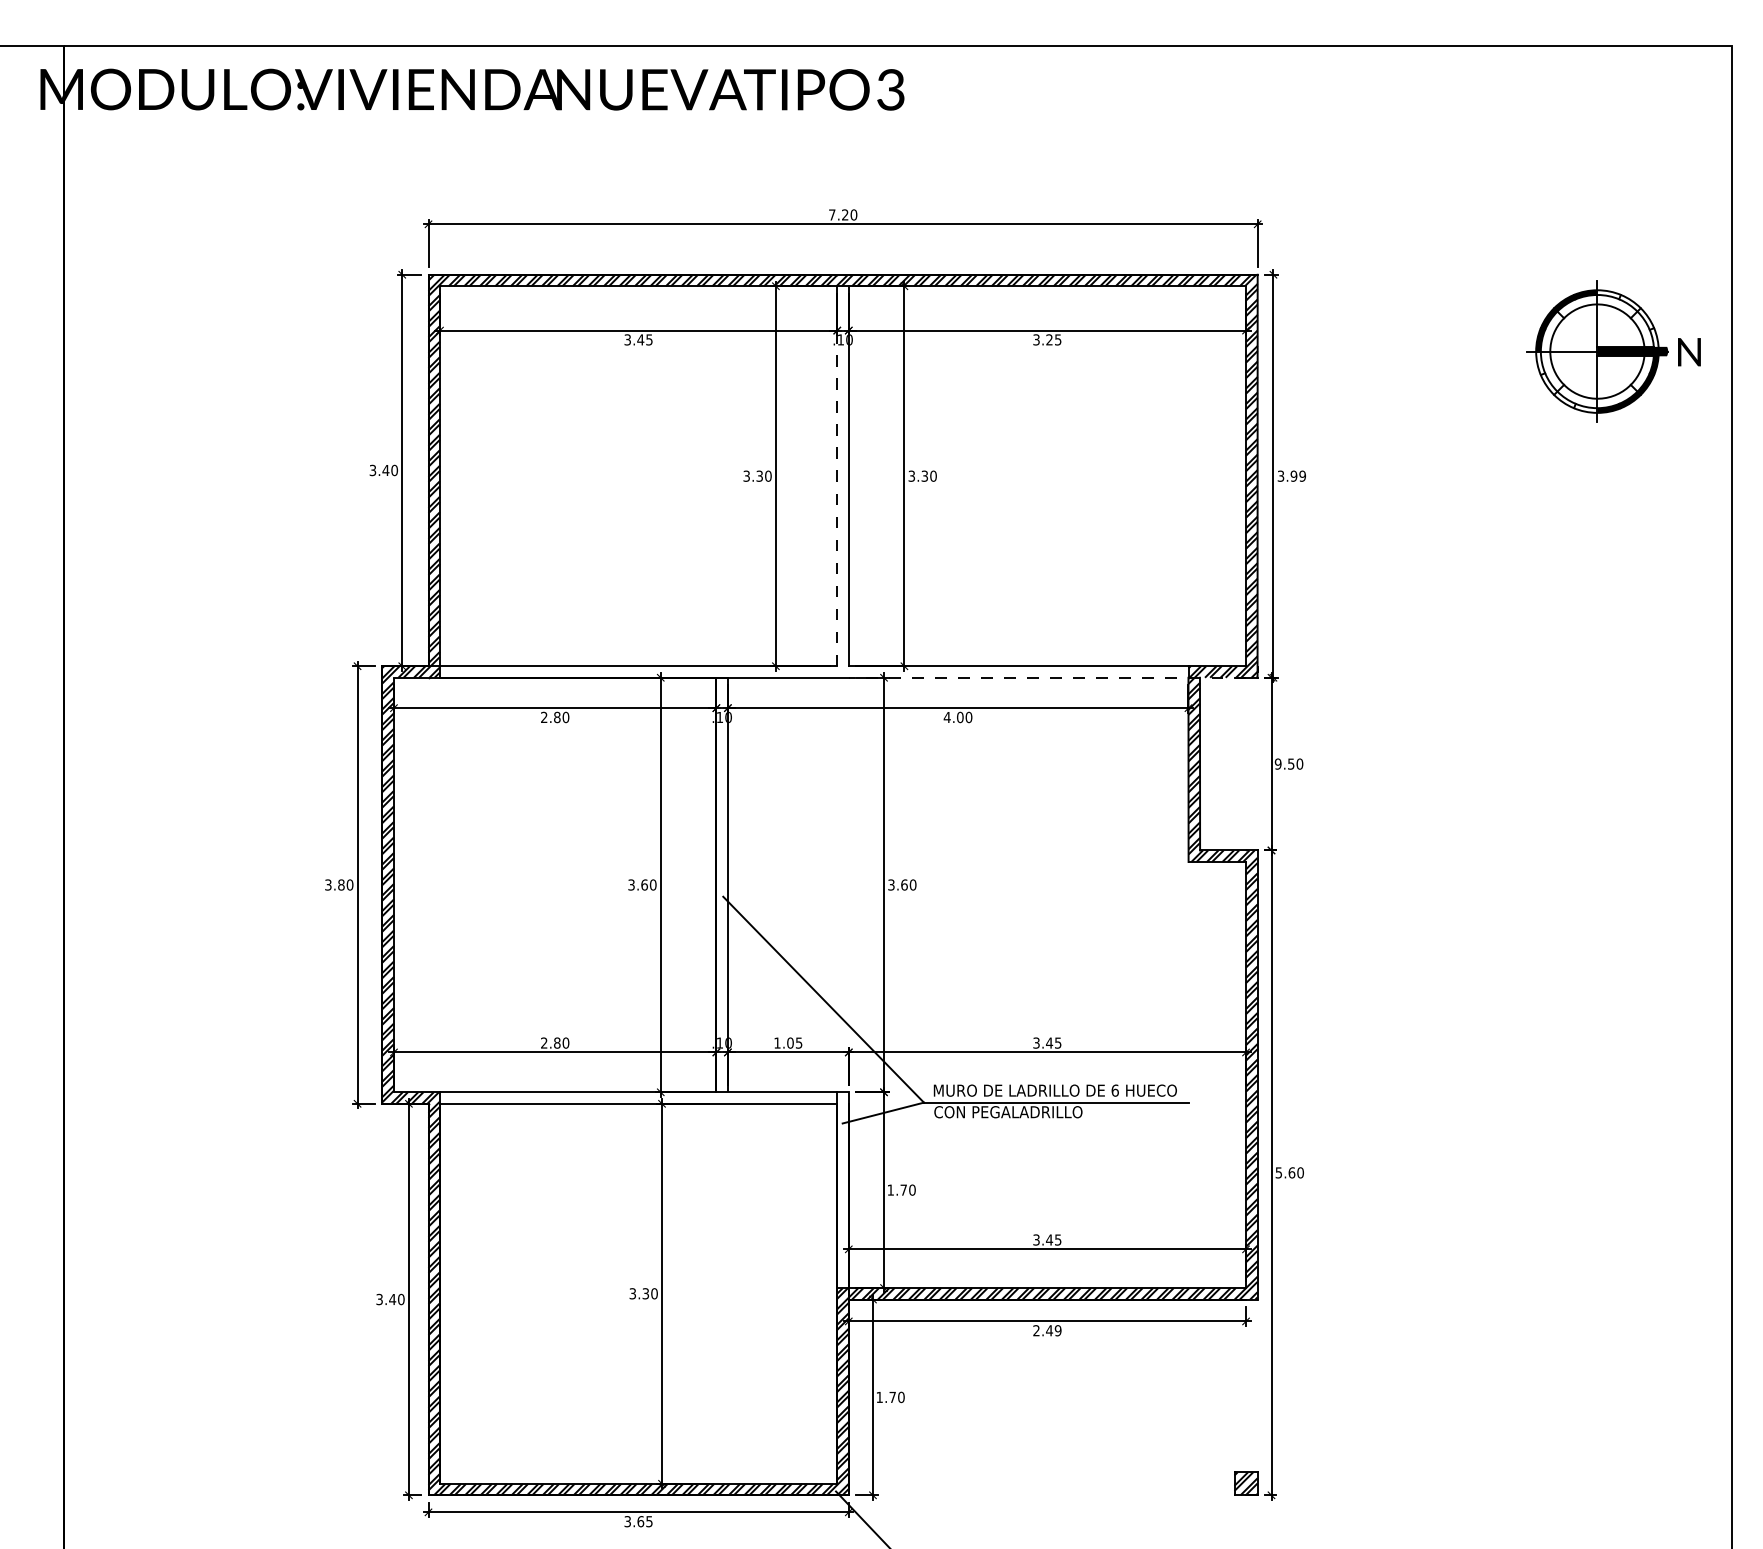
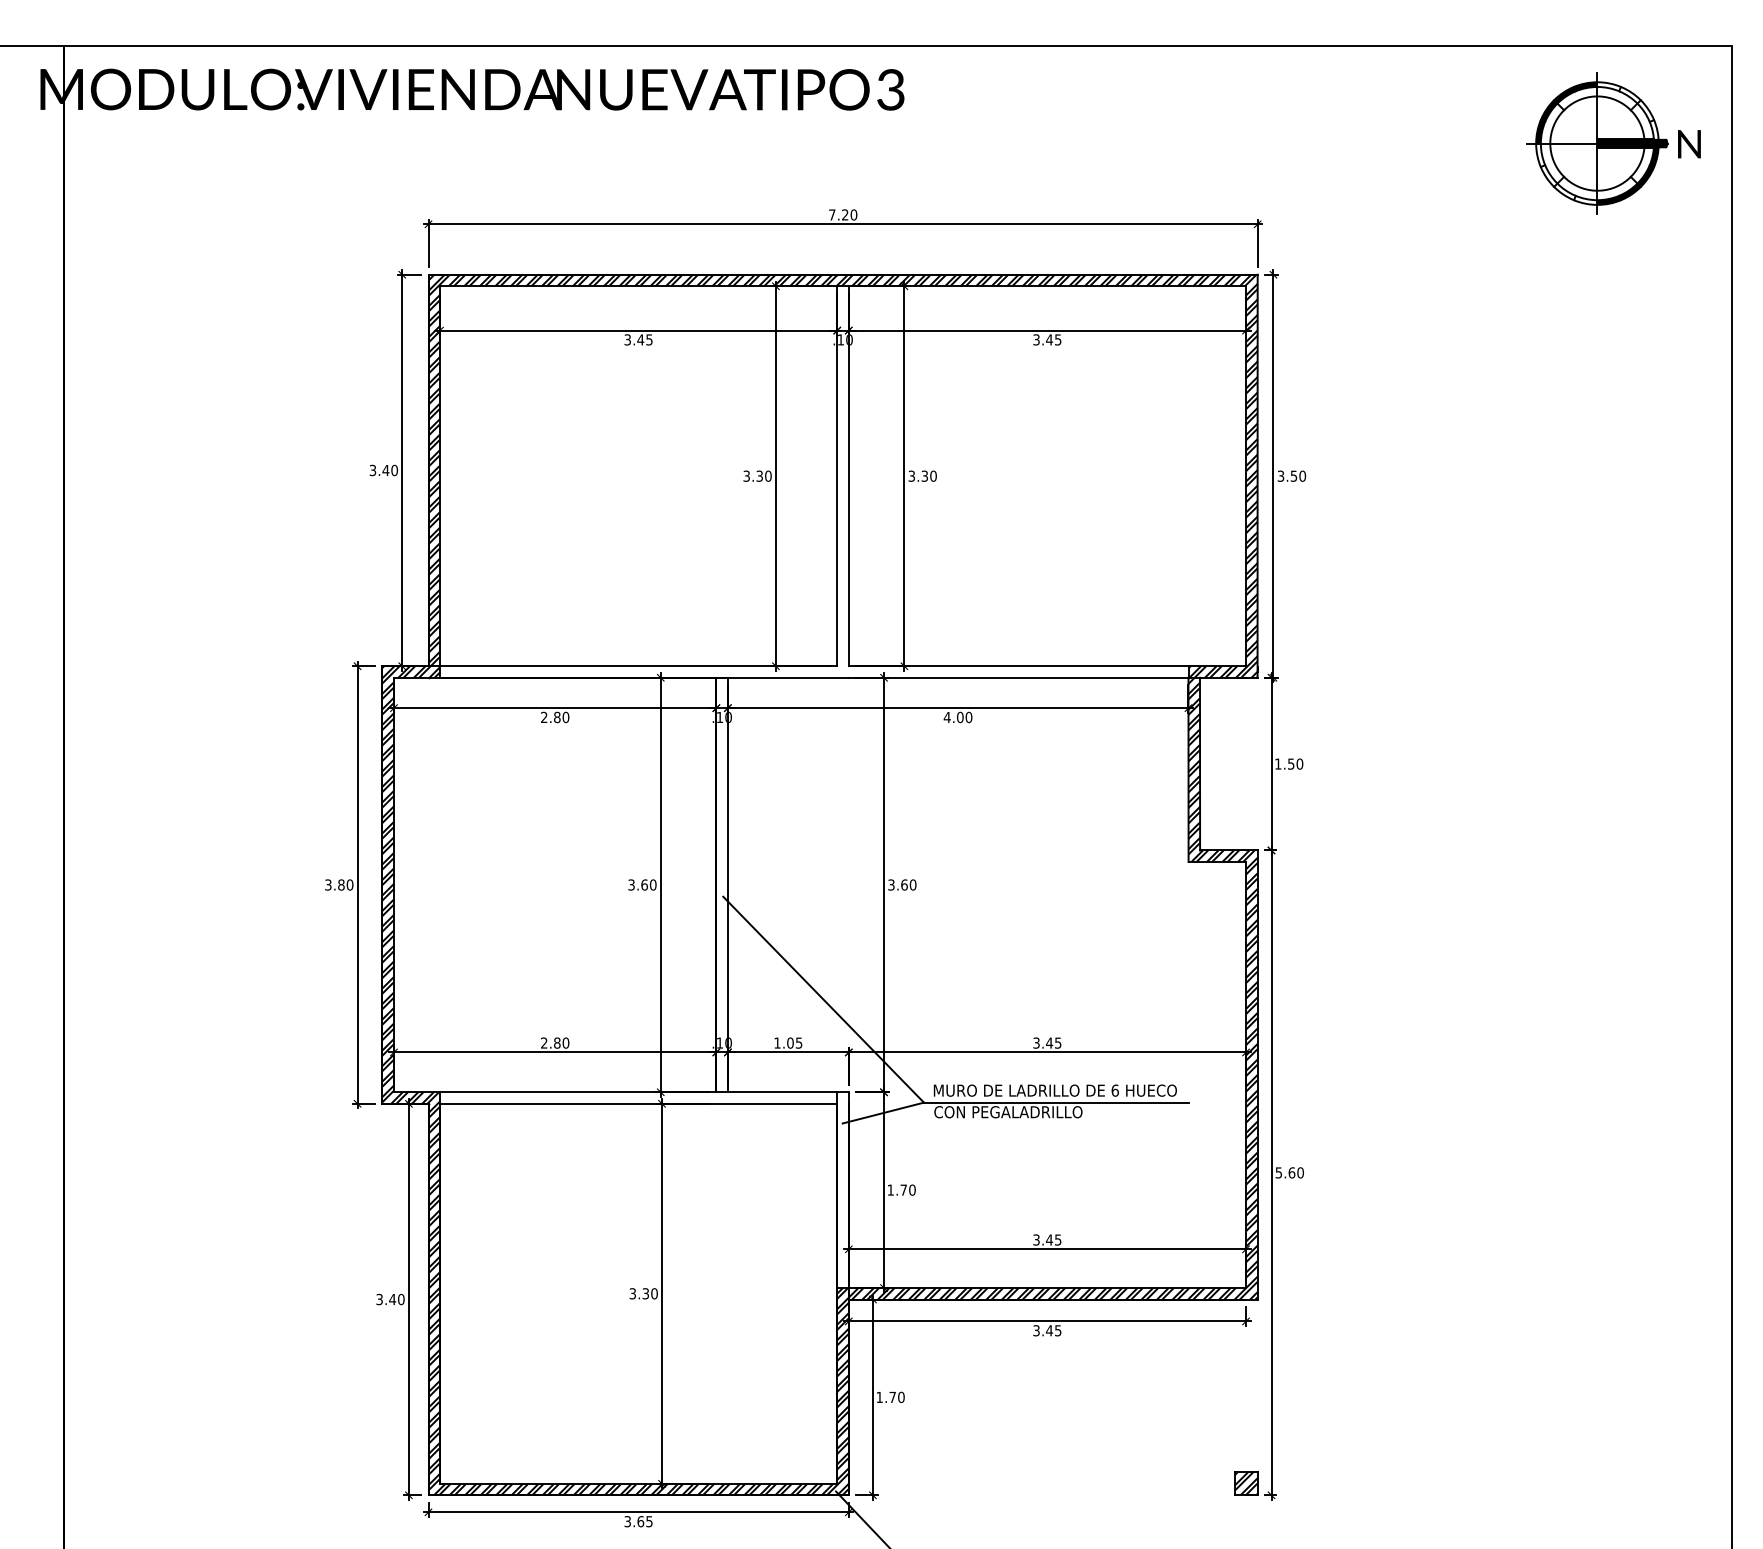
text at (1049, 339): 3.25 -> 3.45
part at (1613, 351) position: (1613, 351) -> (1613, 143)
text at (1297, 475): 3.99 -> 3.50
line at (837, 476): dashed -> solid
line at (1047, 677): dashed -> solid
text at (1277, 763): 9.50 -> 1.50
text at (1047, 1330): 2.49 -> 3.45
